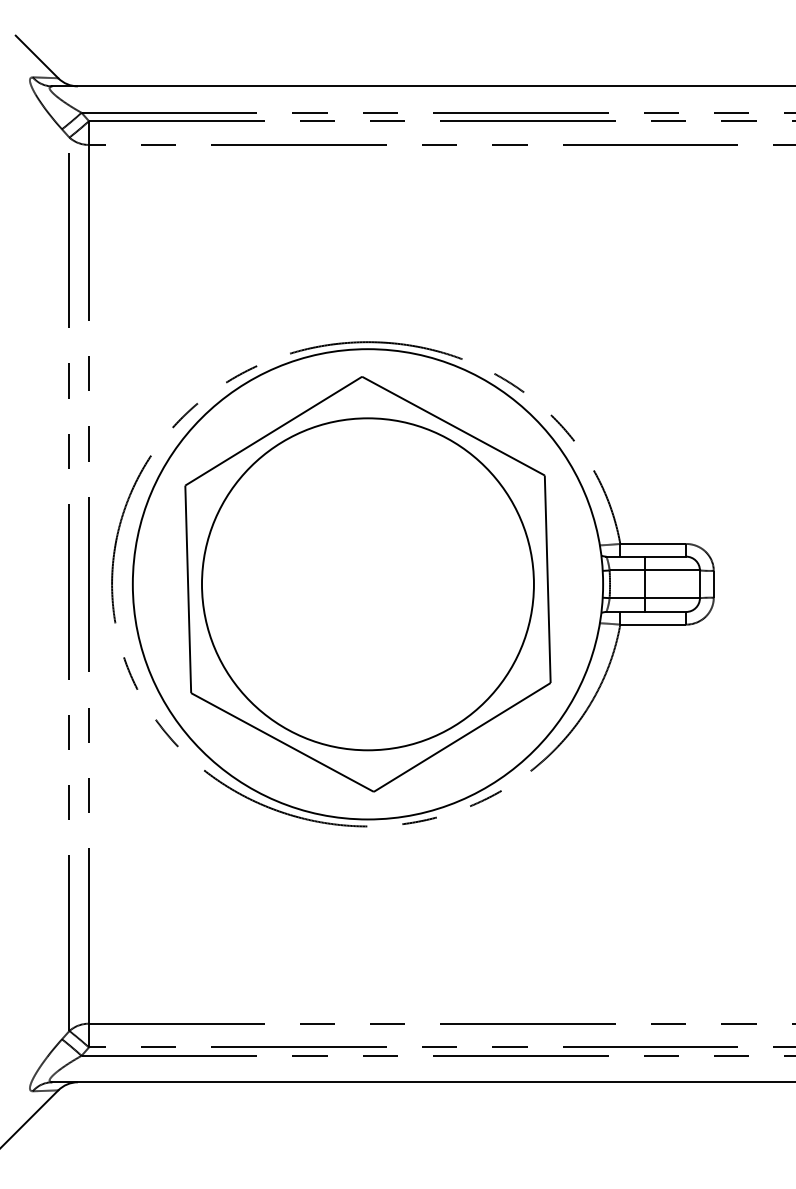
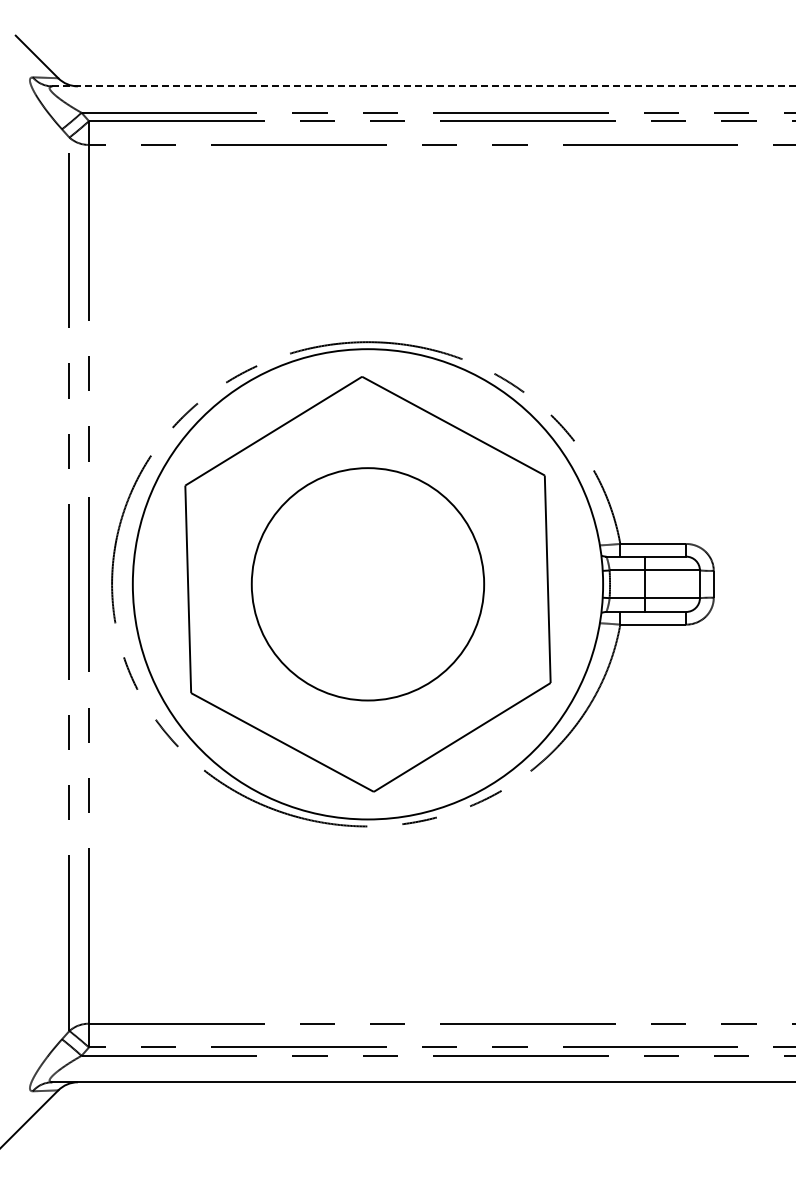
line at (424, 86): solid -> dashed
circle at (367, 584) diameter: 332 px -> 232 px
